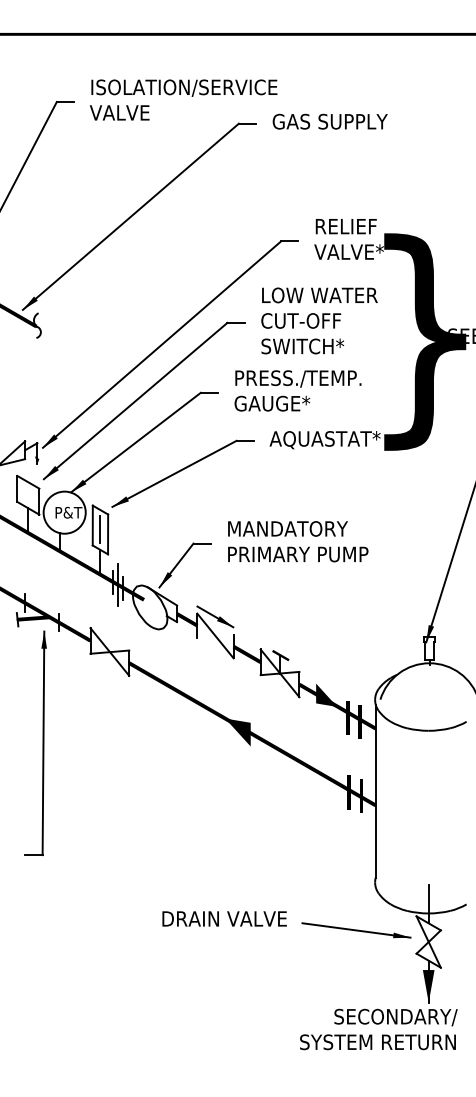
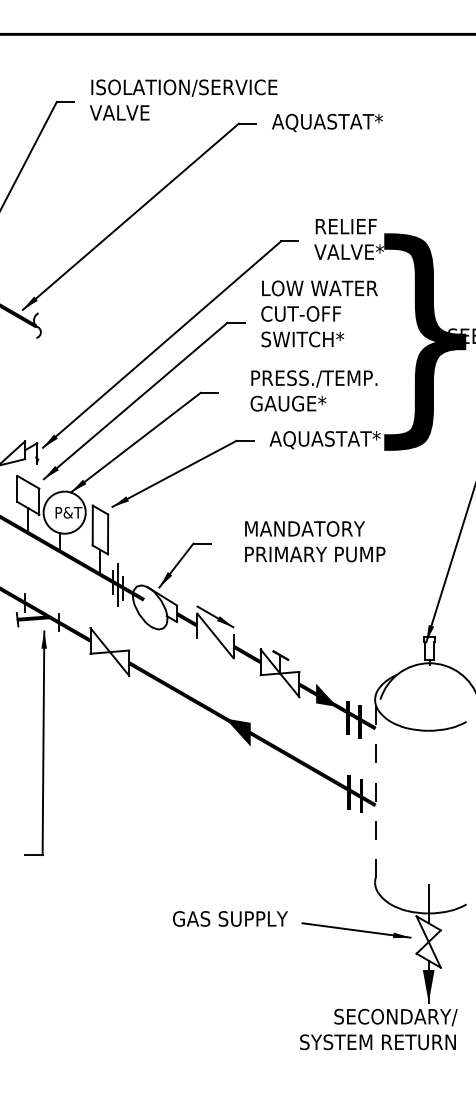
text at (329, 122): GAS SUPPLY -> AQUASTAT*
text at (319, 320) position: (319, 320) -> (319, 313)
text at (297, 390) position: (297, 390) -> (313, 390)
line at (100, 528): present -> none
text at (298, 541) position: (298, 541) -> (315, 541)
line at (375, 791): solid -> dashed
text at (224, 918): DRAIN VALVE -> GAS SUPPLY
